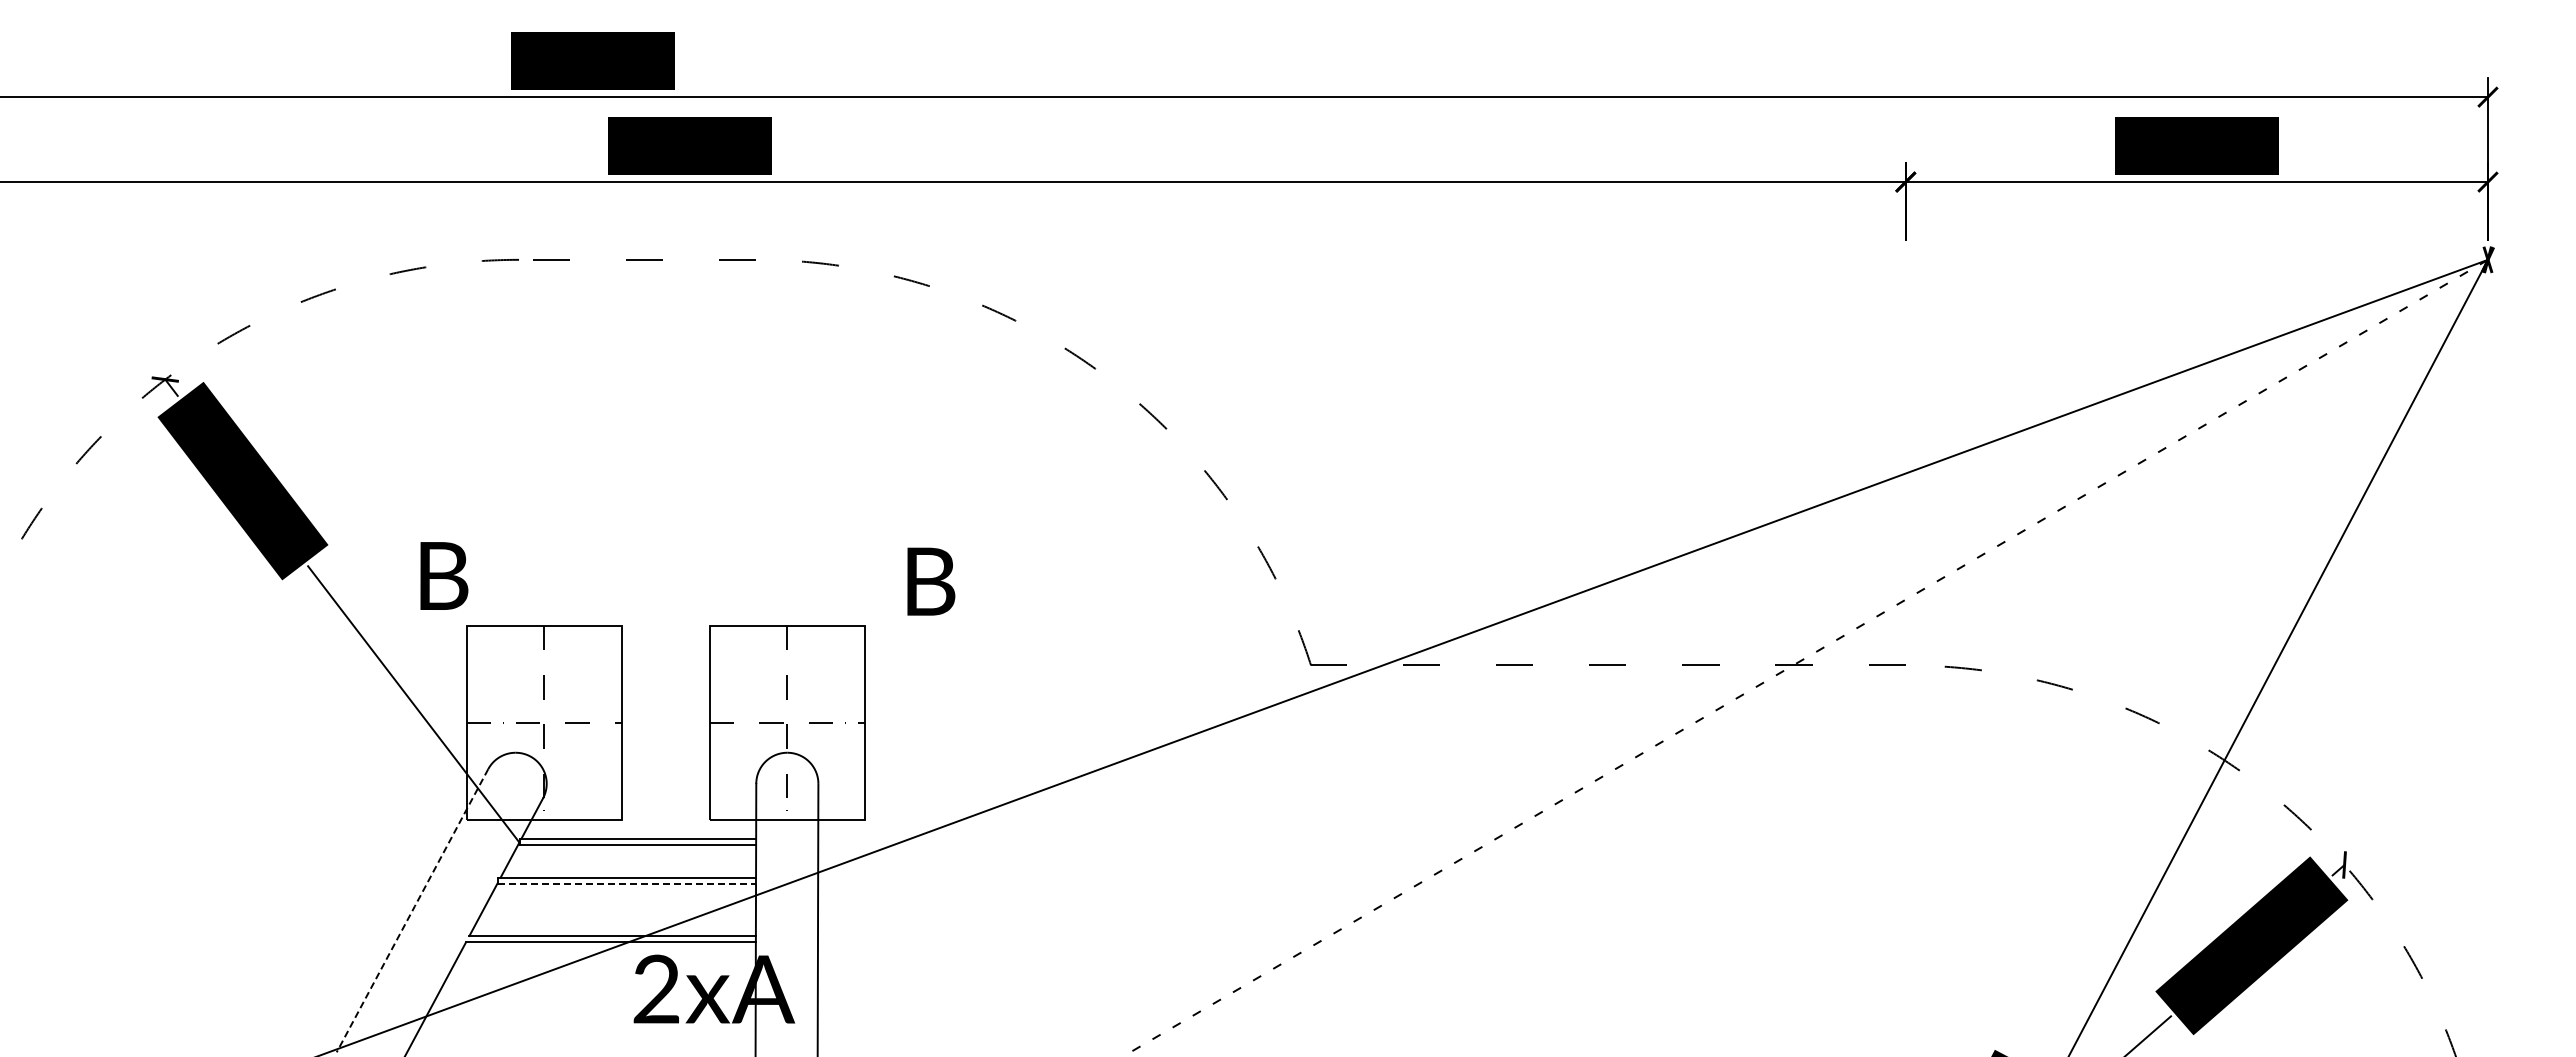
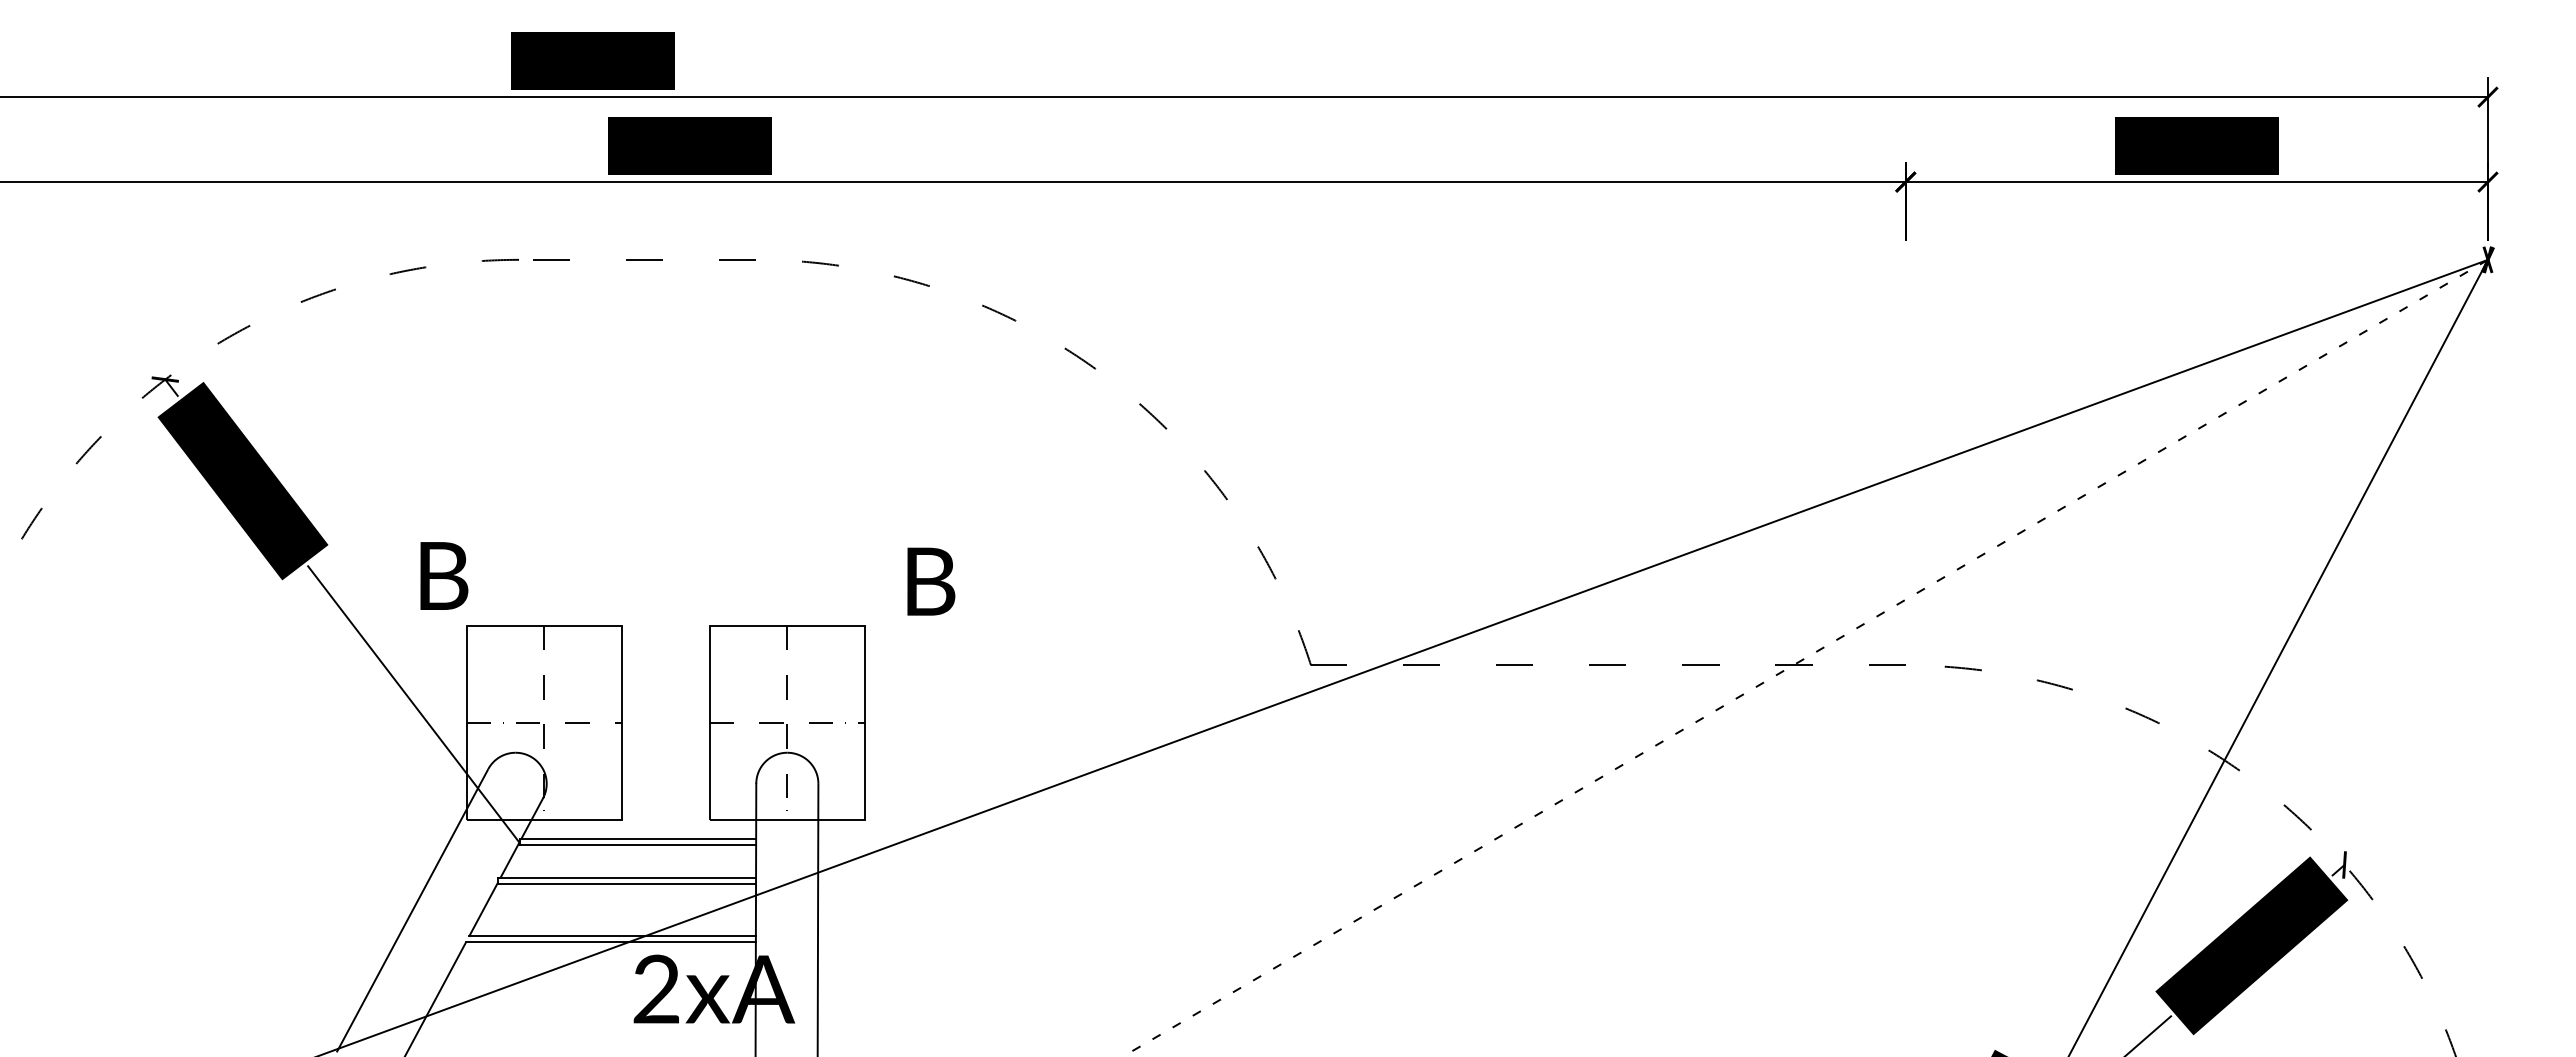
line at (627, 883): dashed -> solid
line at (412, 910): dashed -> solid
